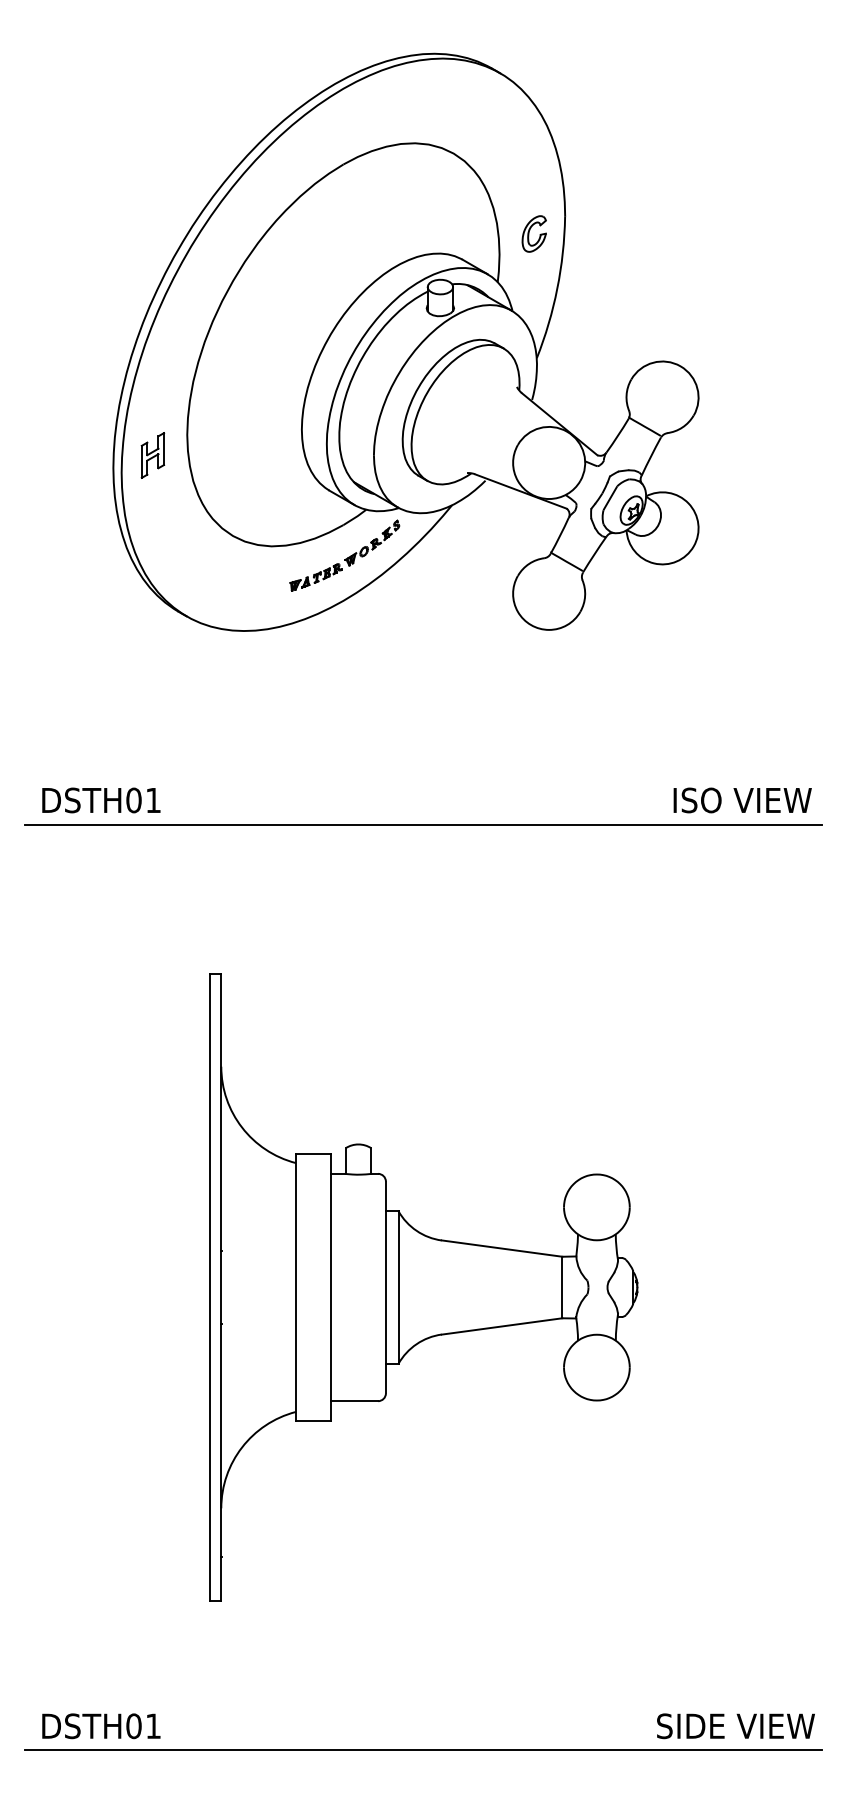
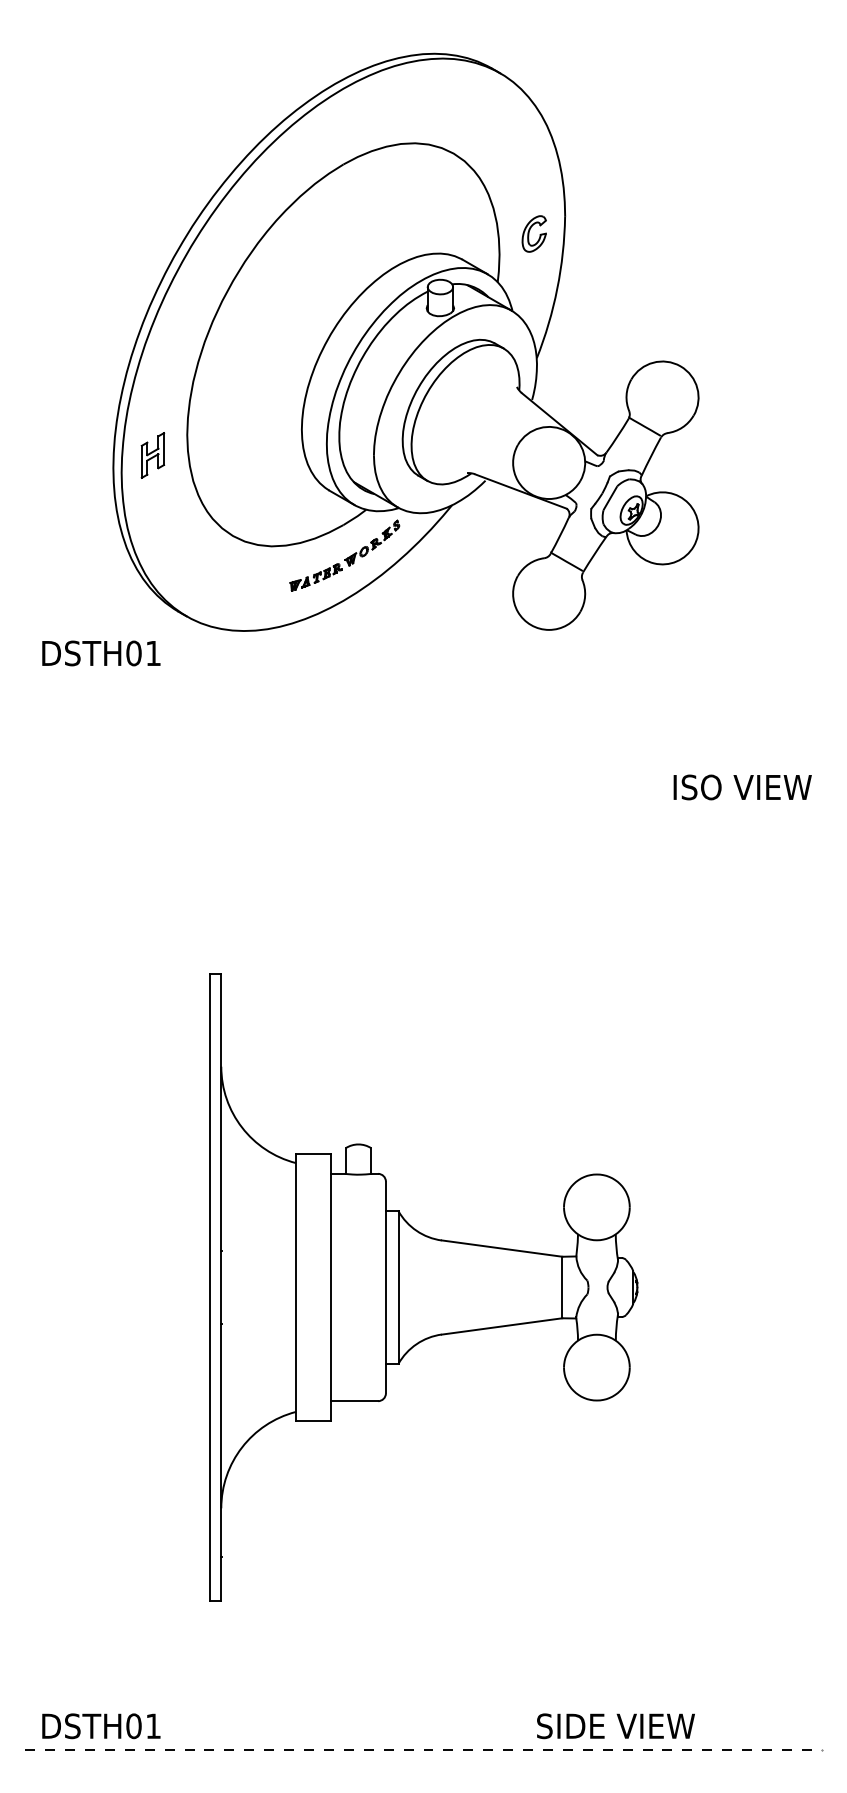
text at (101, 800) position: (101, 800) -> (101, 653)
text at (742, 800) position: (742, 800) -> (742, 787)
line at (423, 824): present -> none
text at (735, 1726) position: (735, 1726) -> (615, 1726)
line at (424, 1750): solid -> dashed
